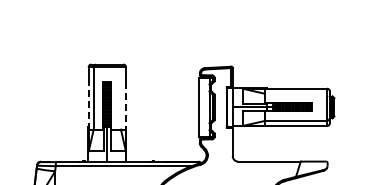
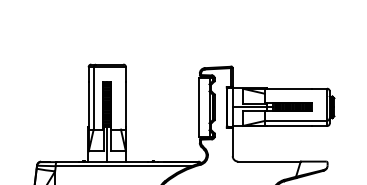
line at (89, 105): dashed -> solid
line at (125, 105): dashed -> solid
